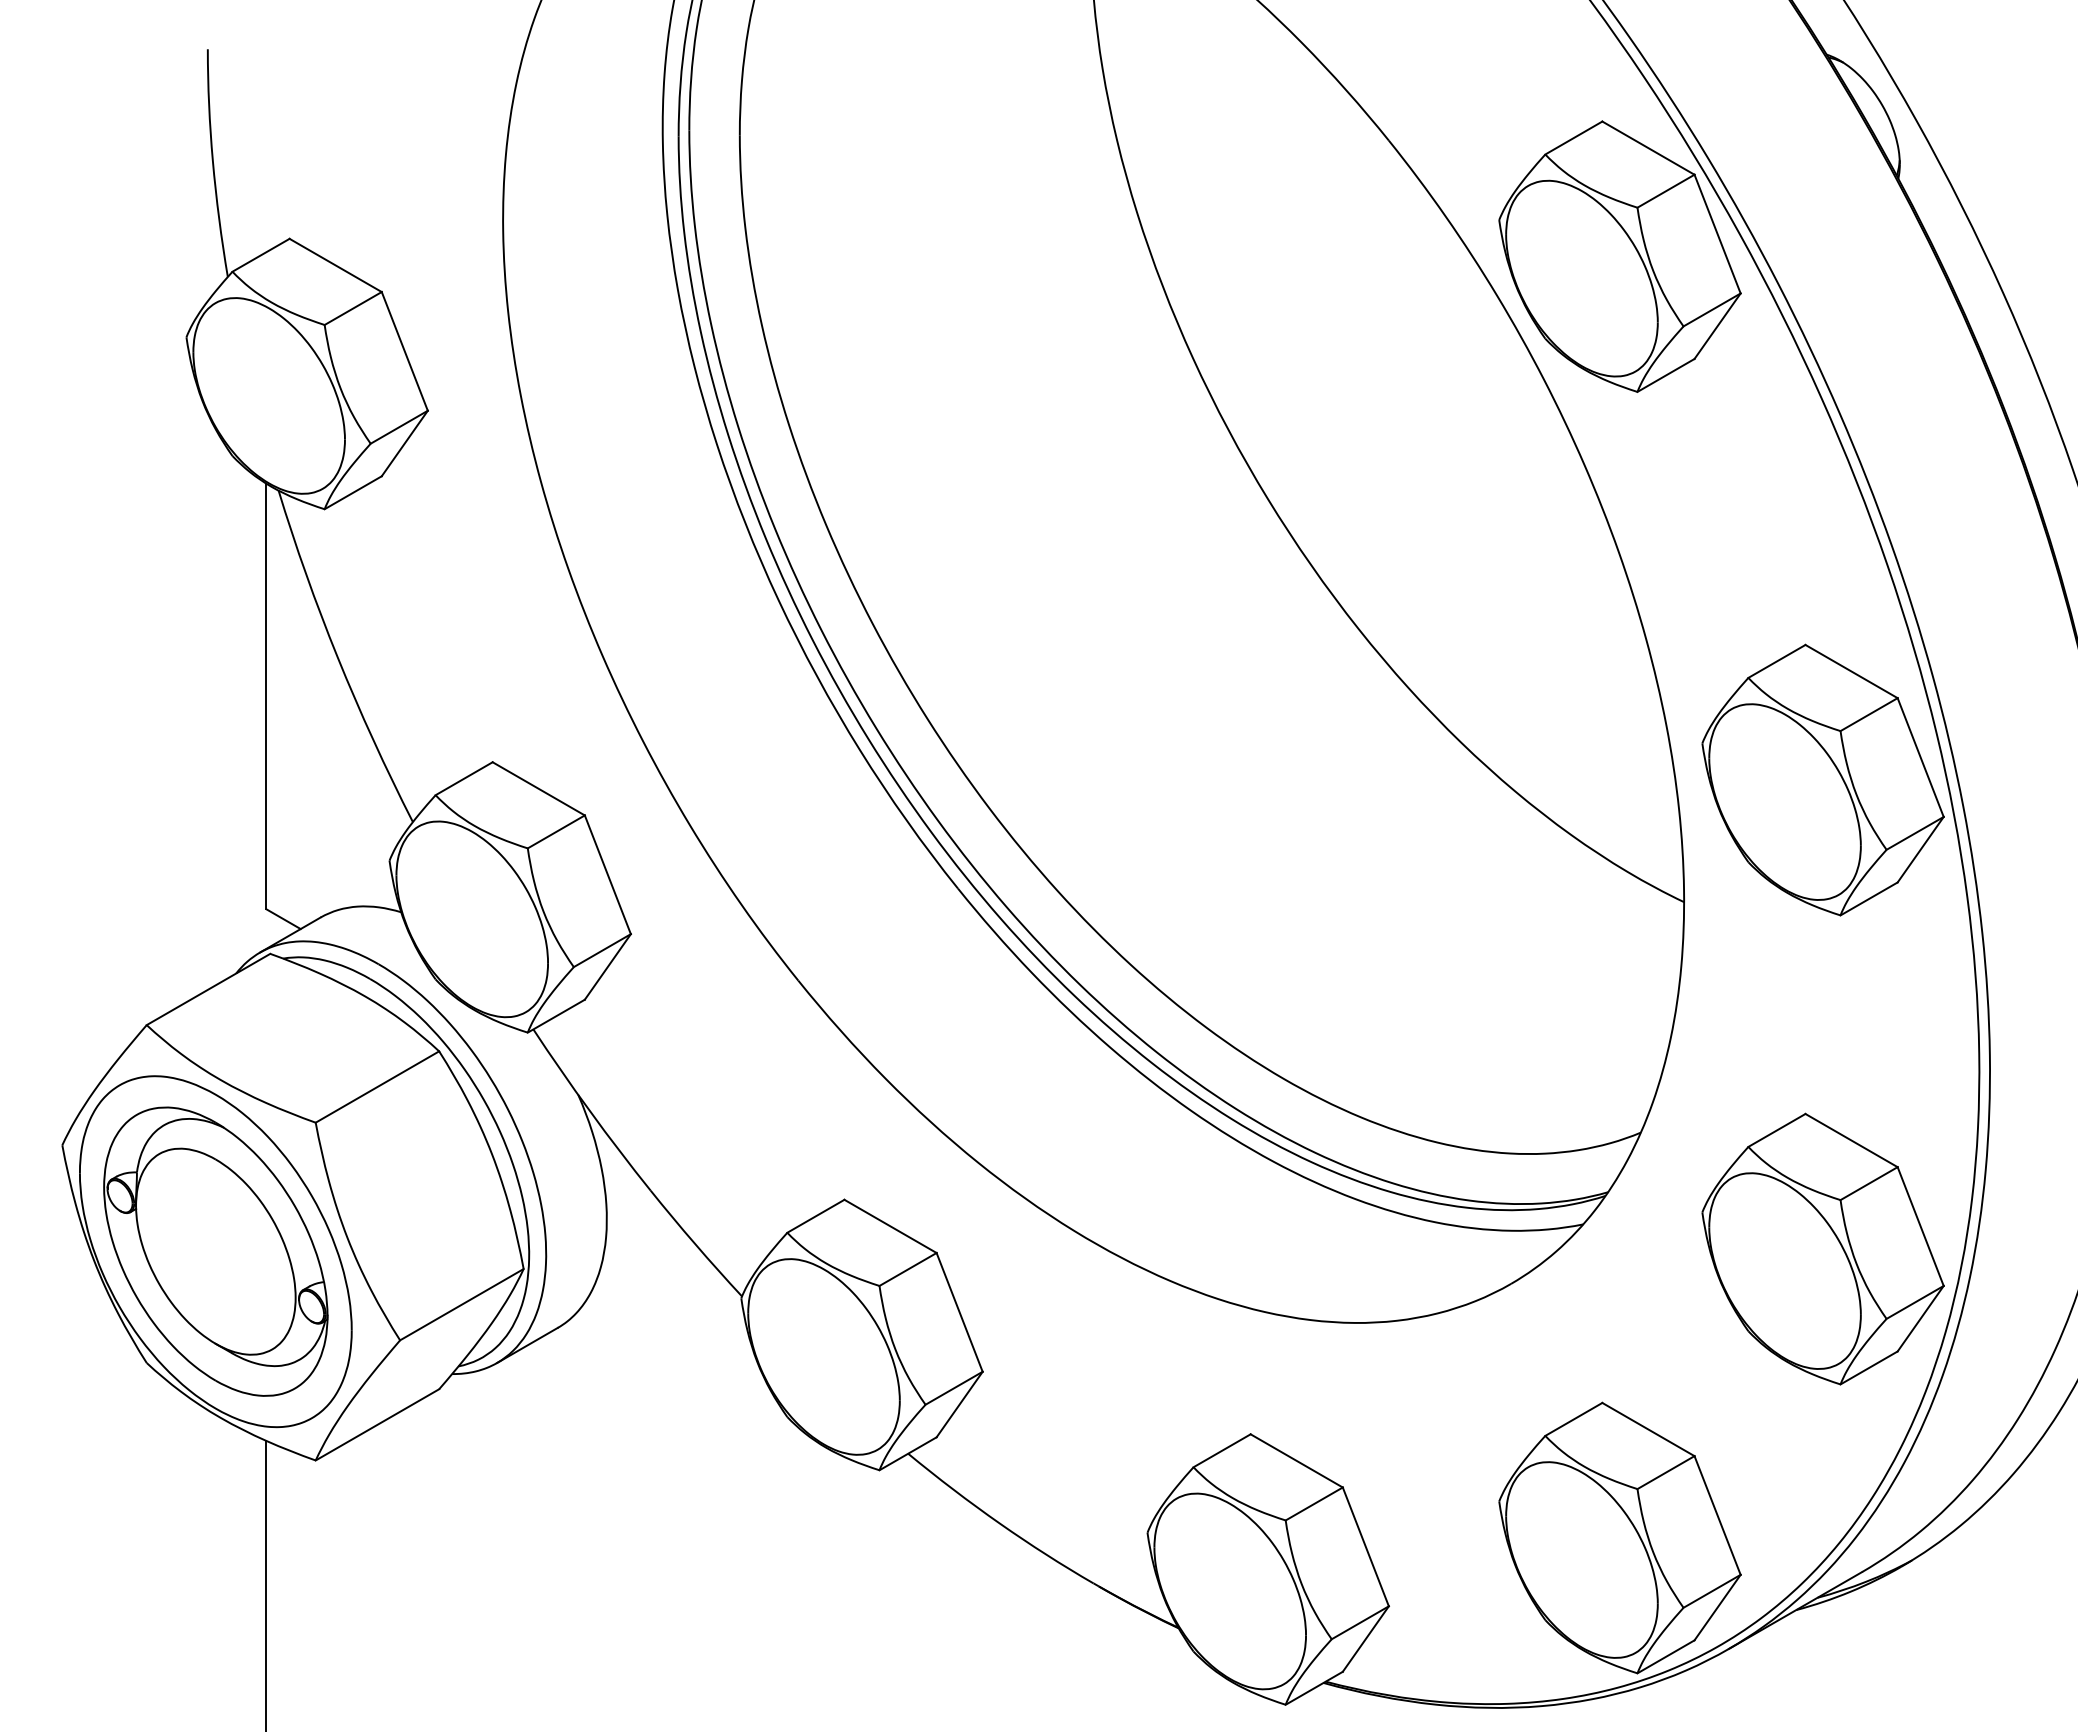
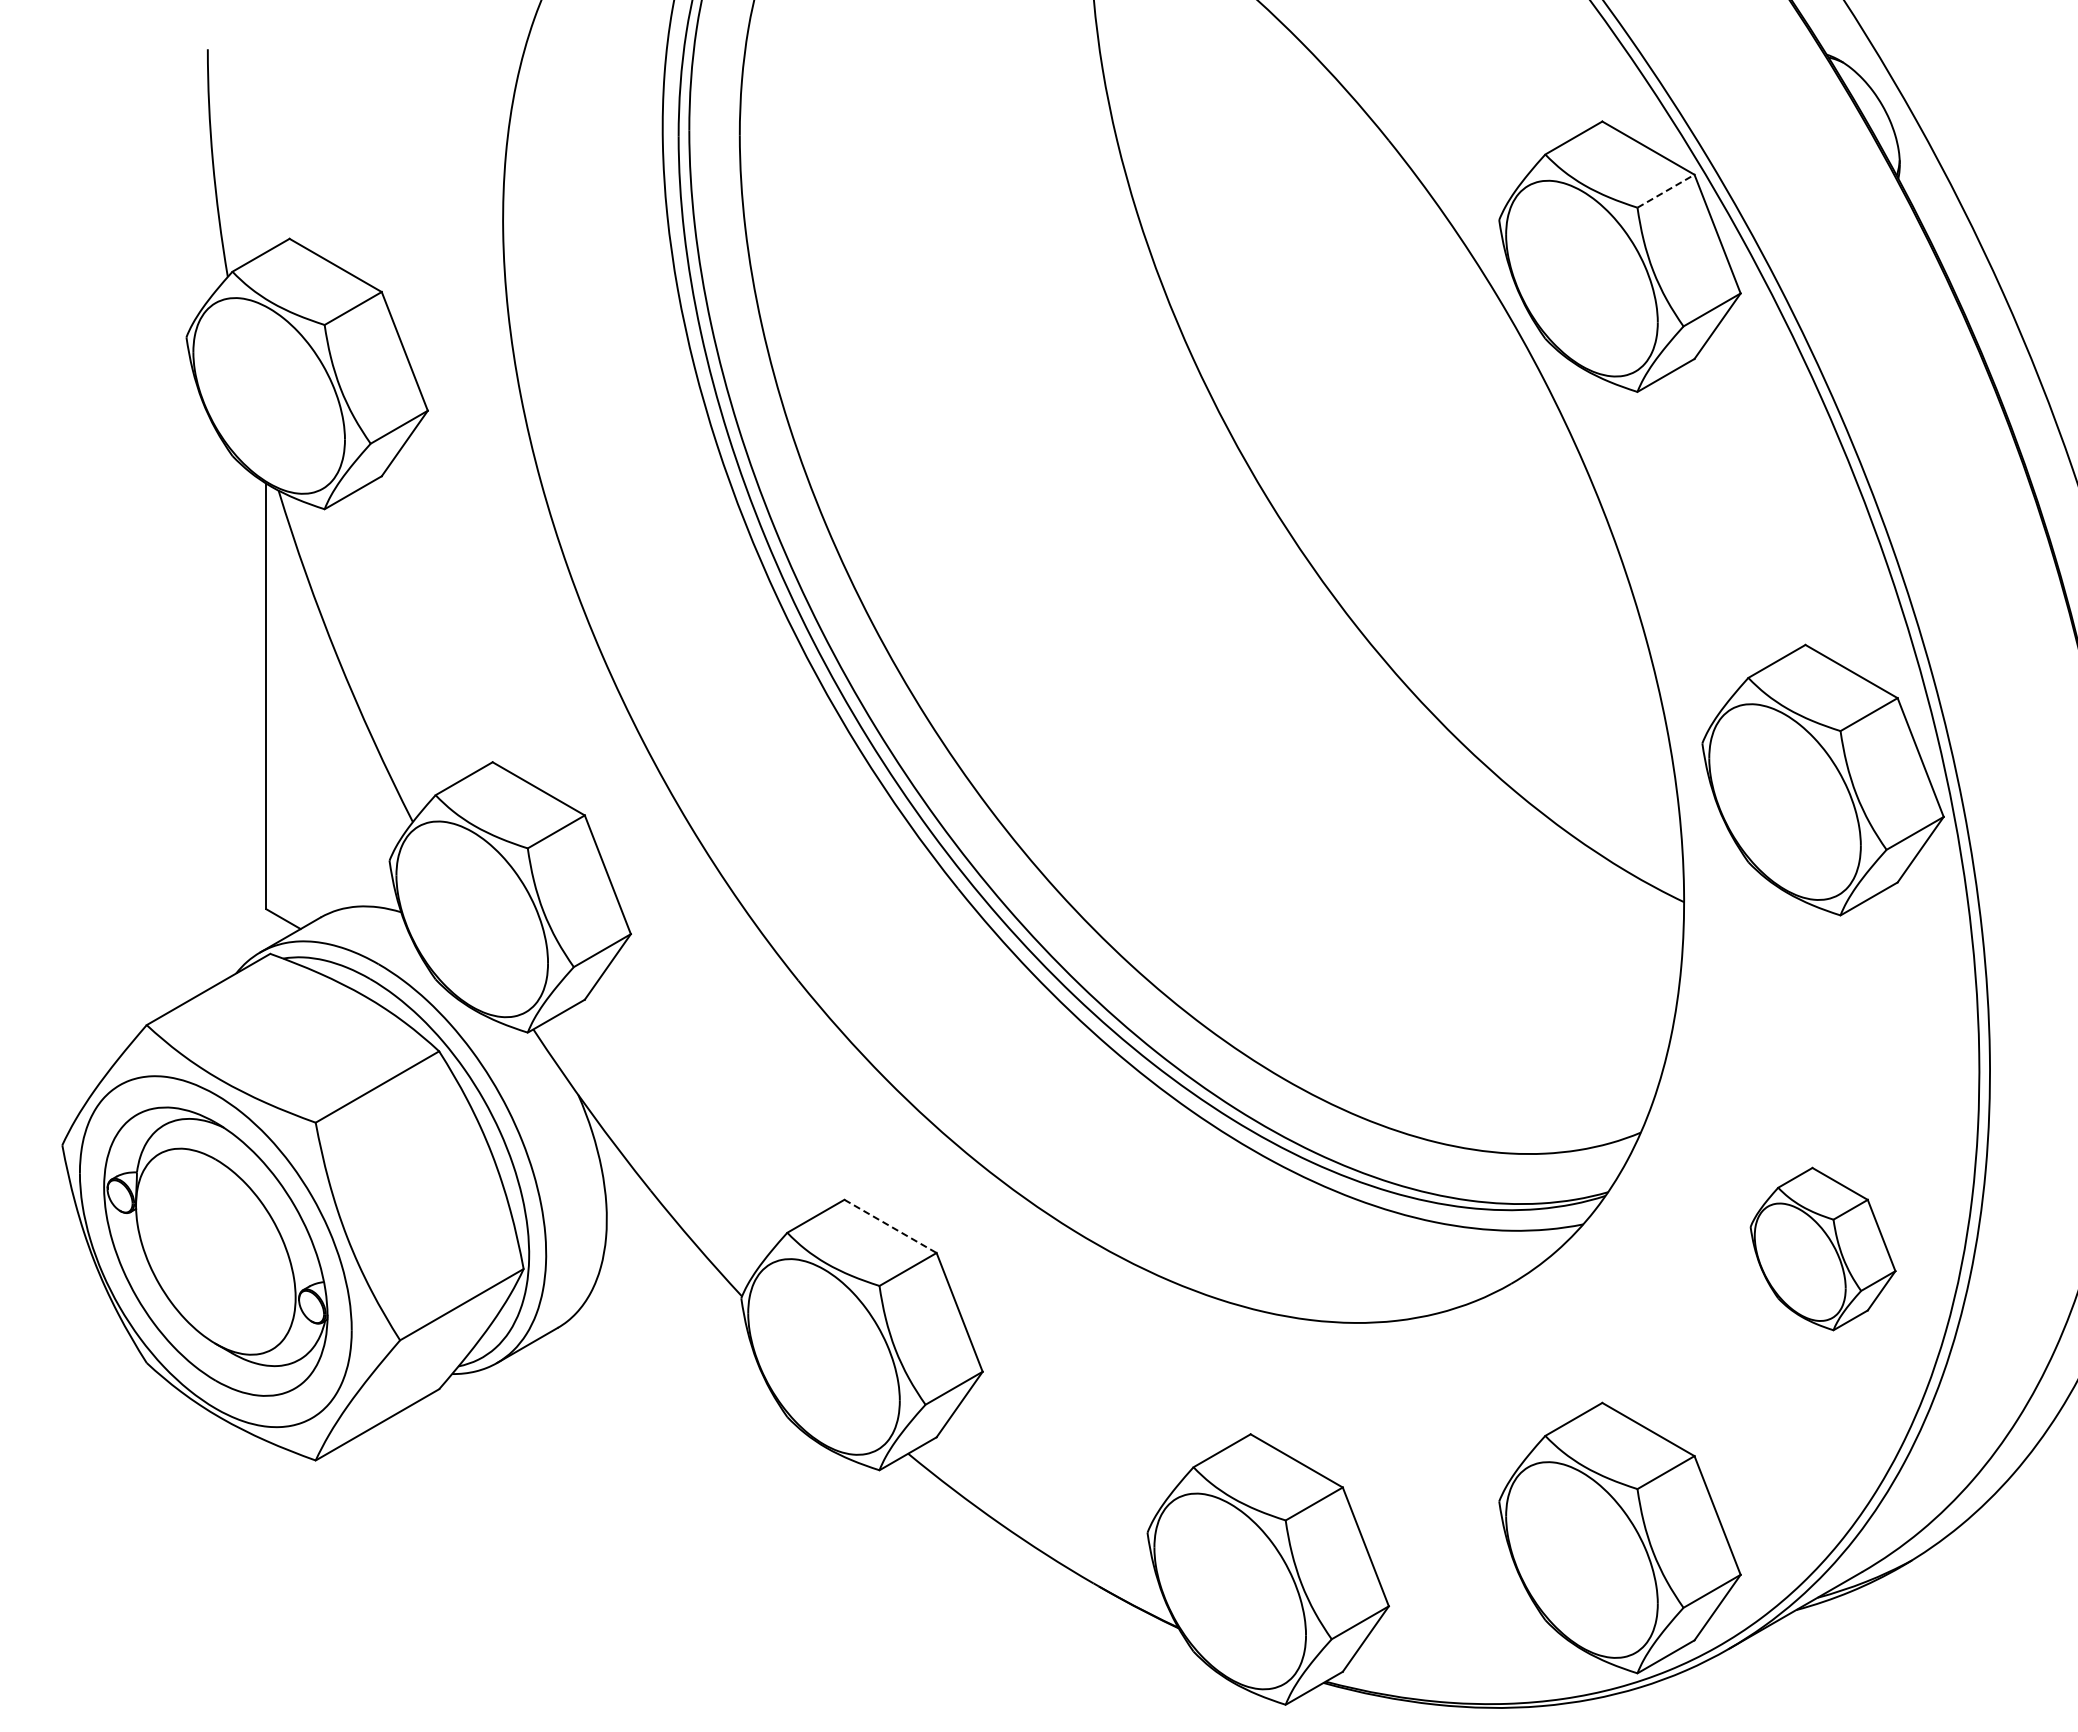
line at (1666, 191): solid -> dashed
line at (890, 1226): solid -> dashed
part at (1822, 1248) size: 244x274 px -> 148x166 px
line at (266, 1584): present -> none
